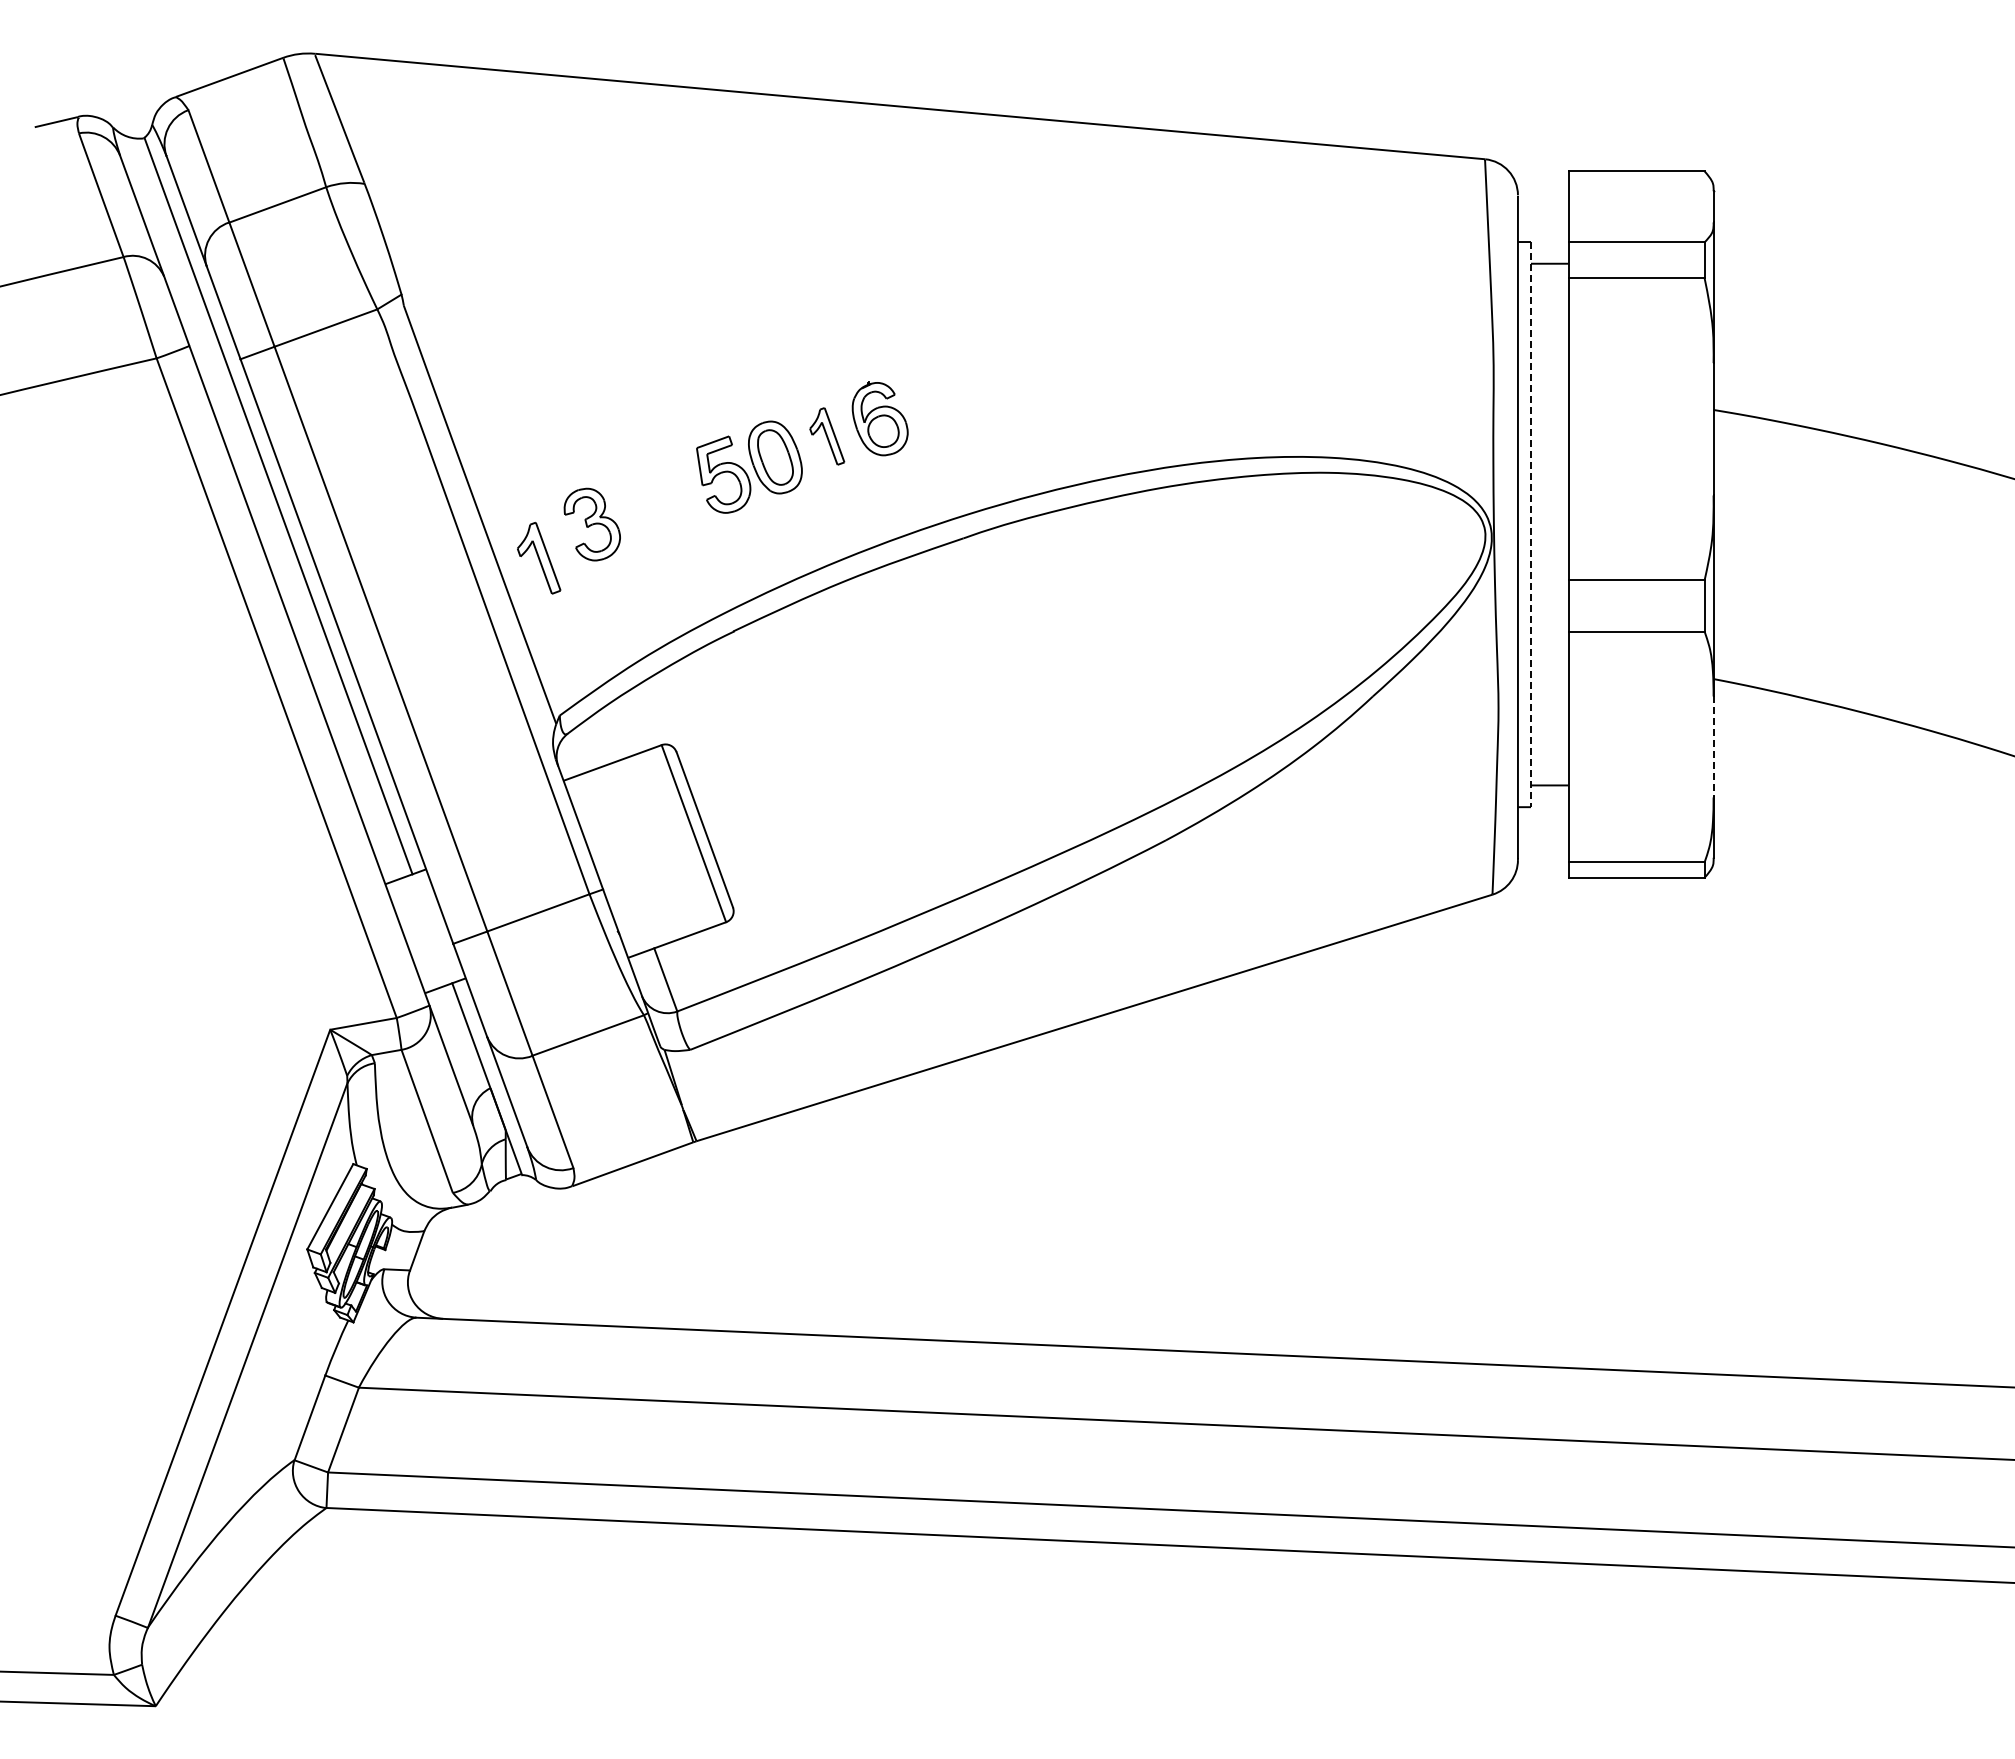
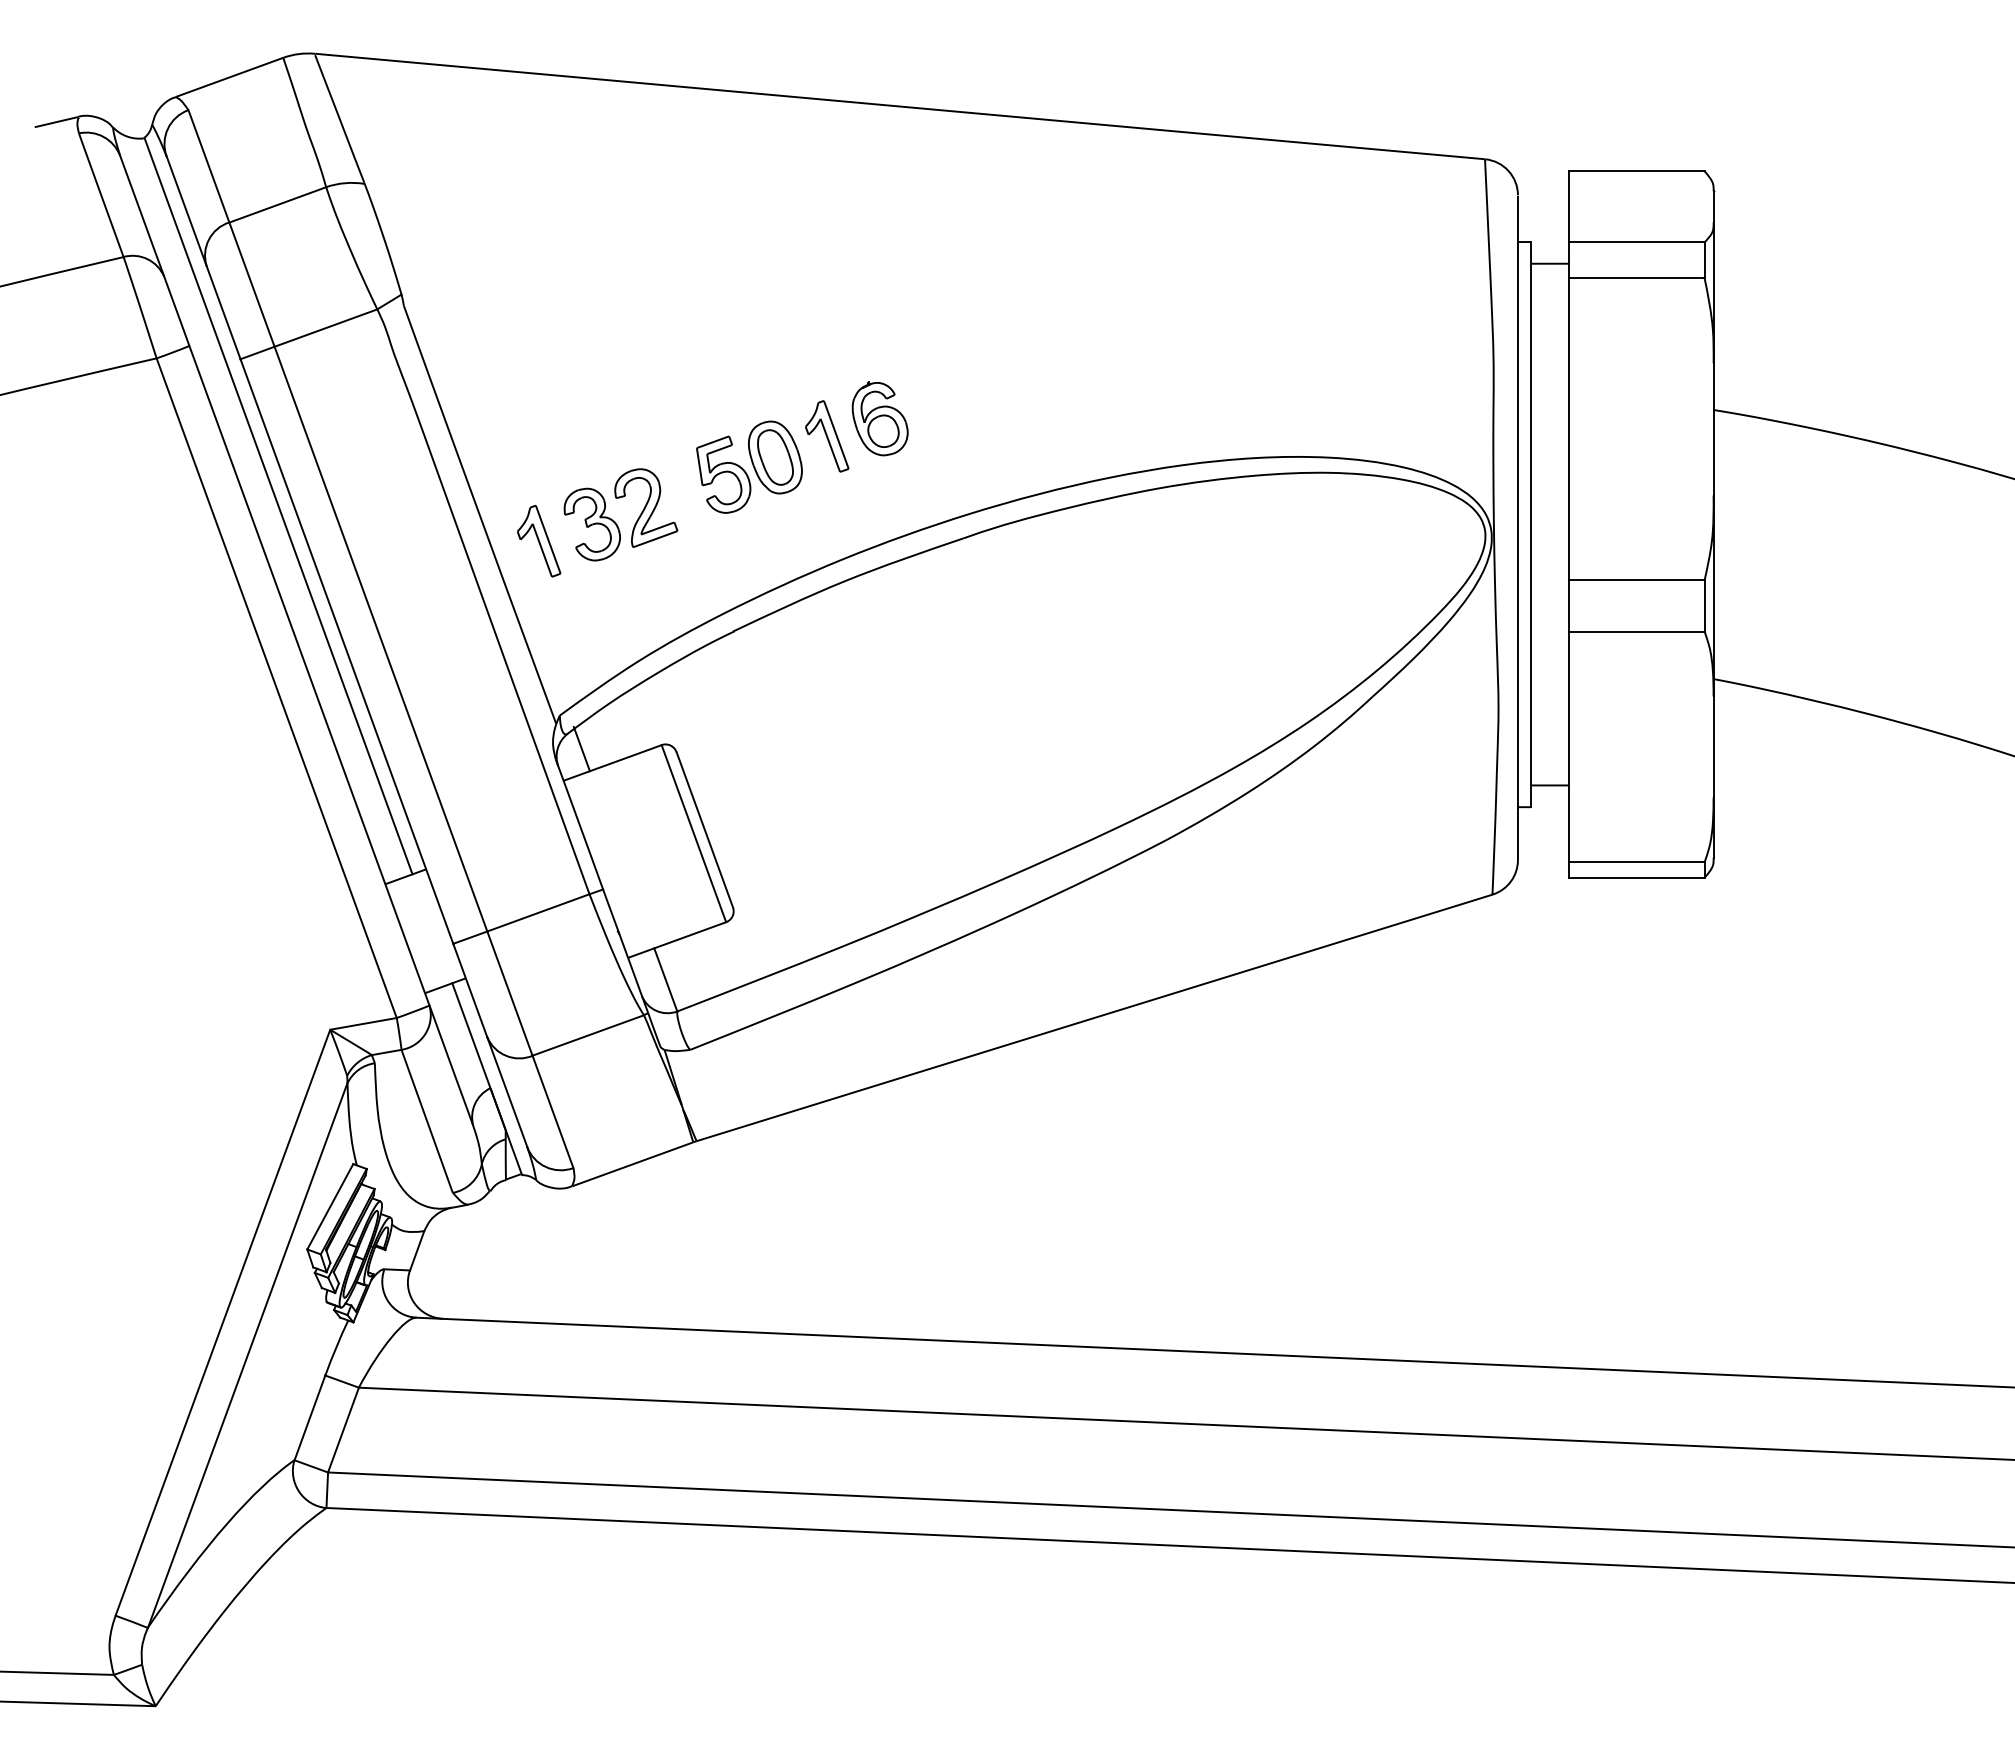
part at (827, 436) size: 37x59 px -> 45x73 px
part at (646, 507): none -> present
line at (1531, 524): dashed -> solid
part at (539, 557) position: (539, 557) -> (539, 540)
line at (1713, 746): dashed -> solid
line at (581, 749): none -> present
